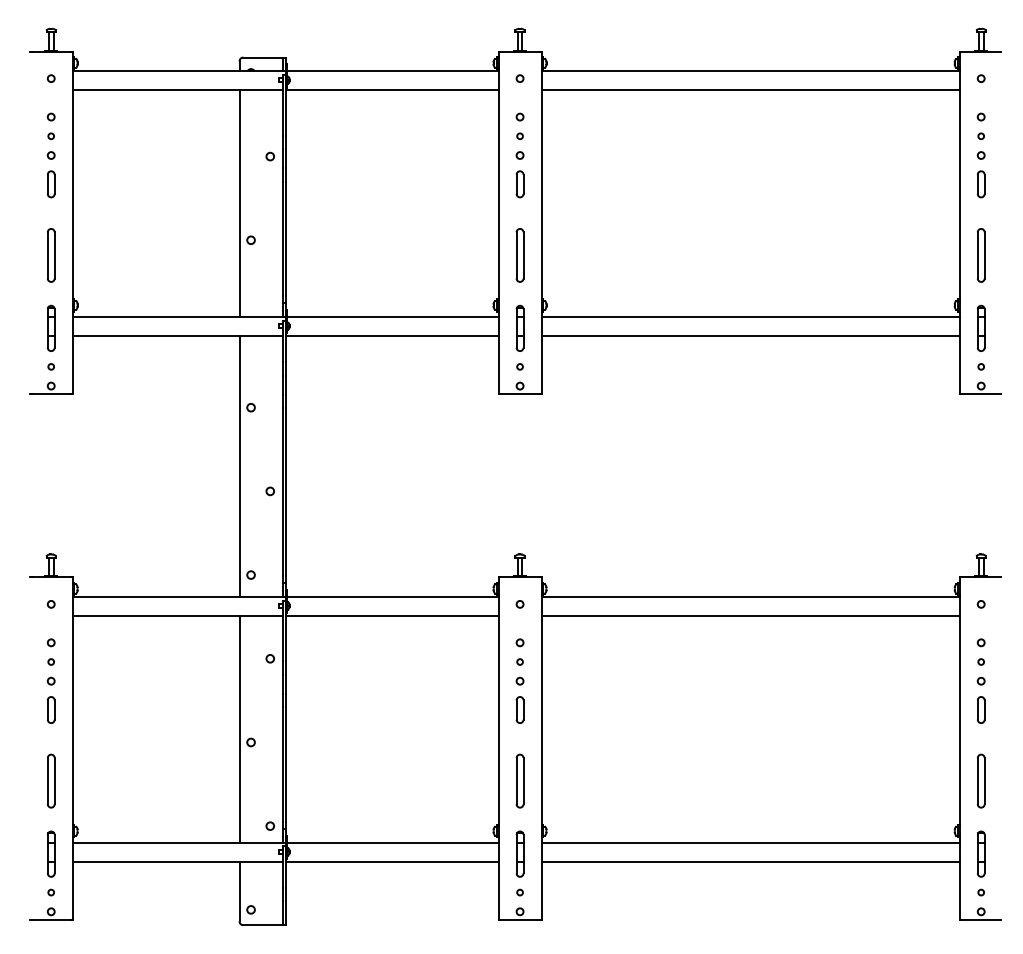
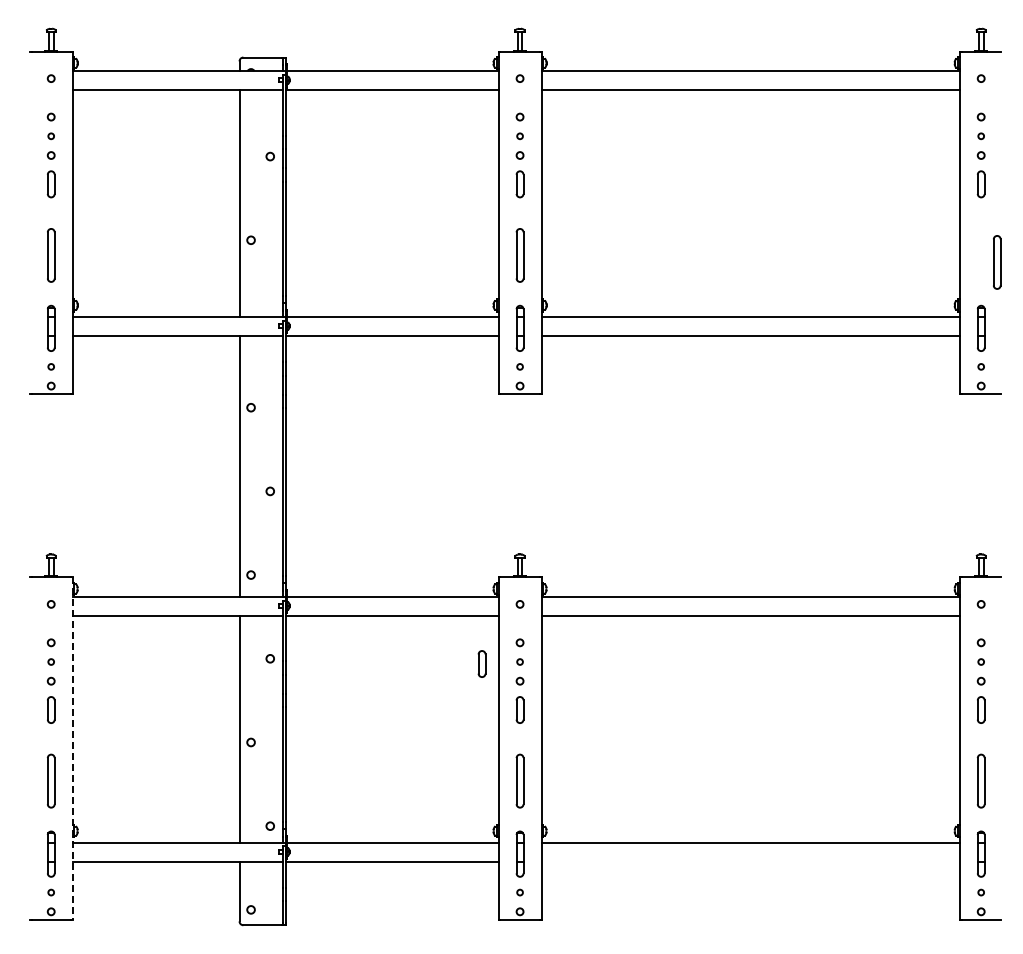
part at (981, 255) position: (981, 255) -> (997, 262)
part at (481, 663): none -> present
line at (72, 748): solid -> dashed
line at (750, 861): present -> none
